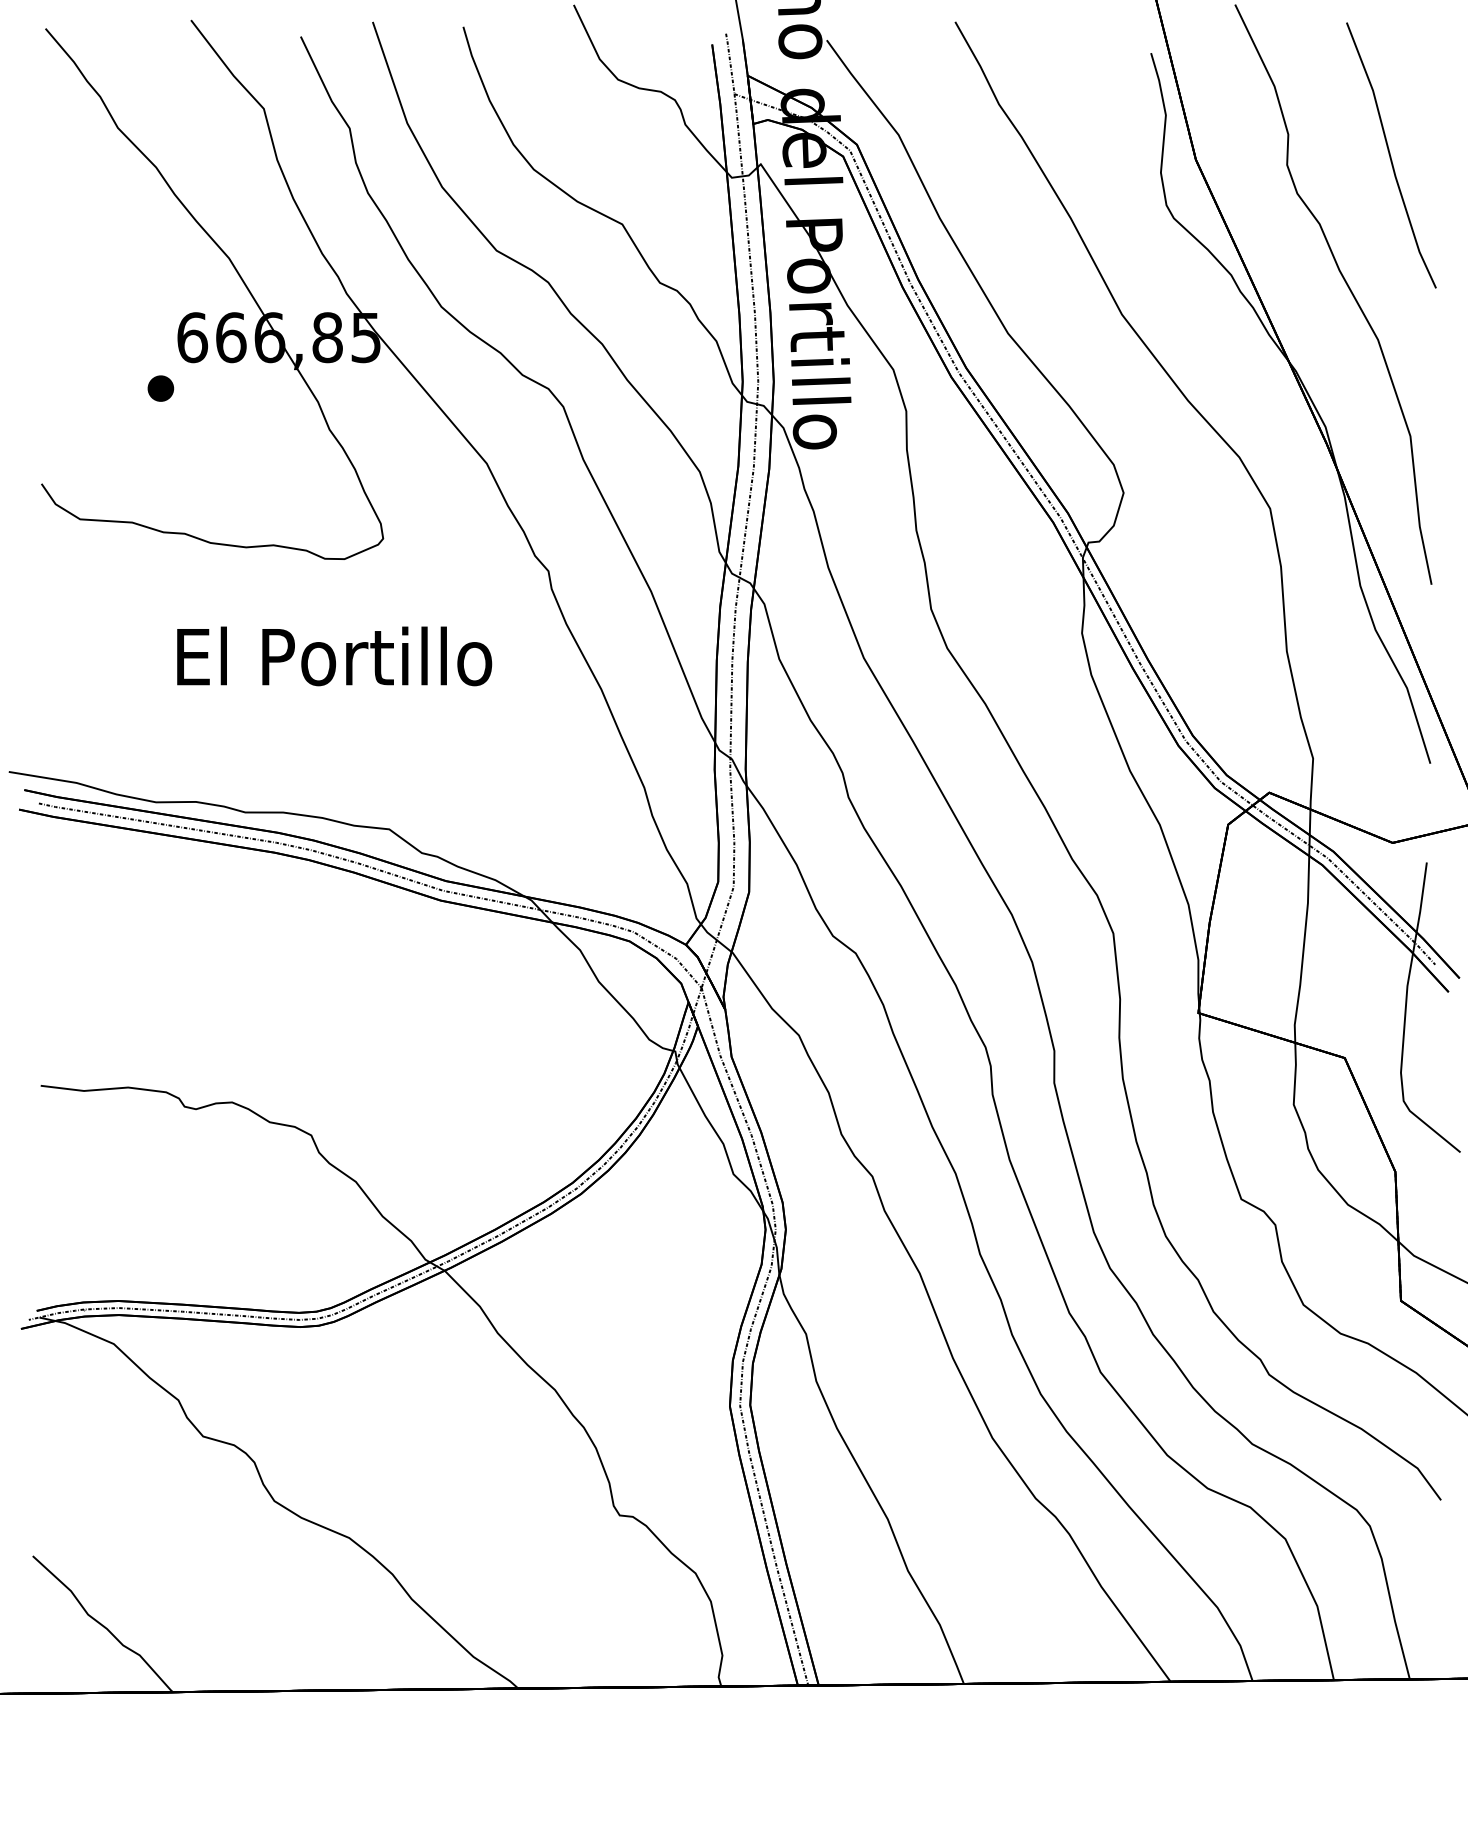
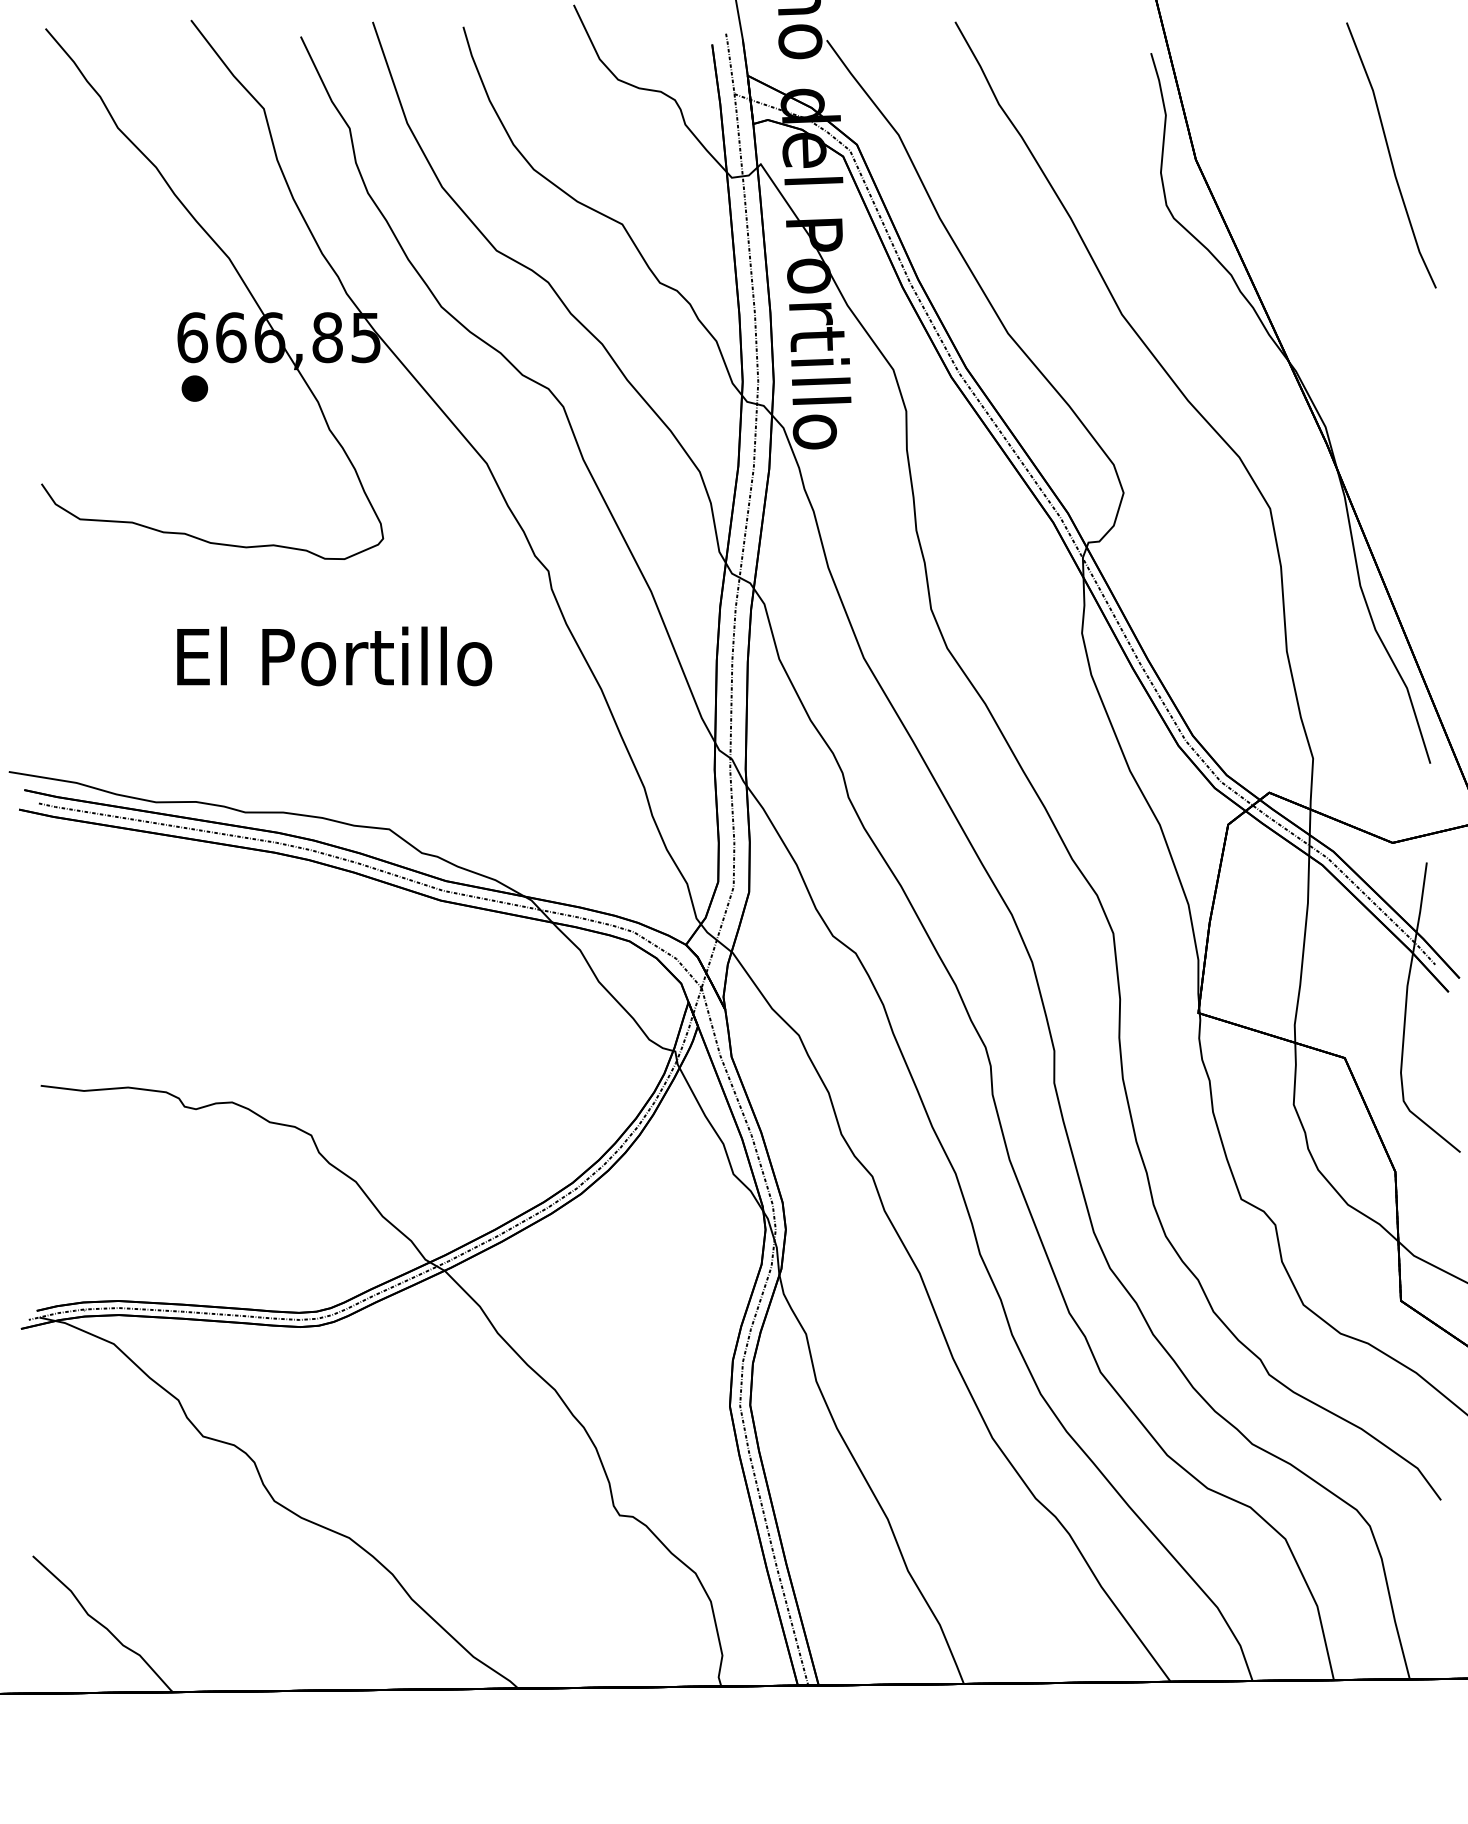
part at (1347, 287): present -> none
part at (160, 388) position: (160, 388) -> (194, 388)
